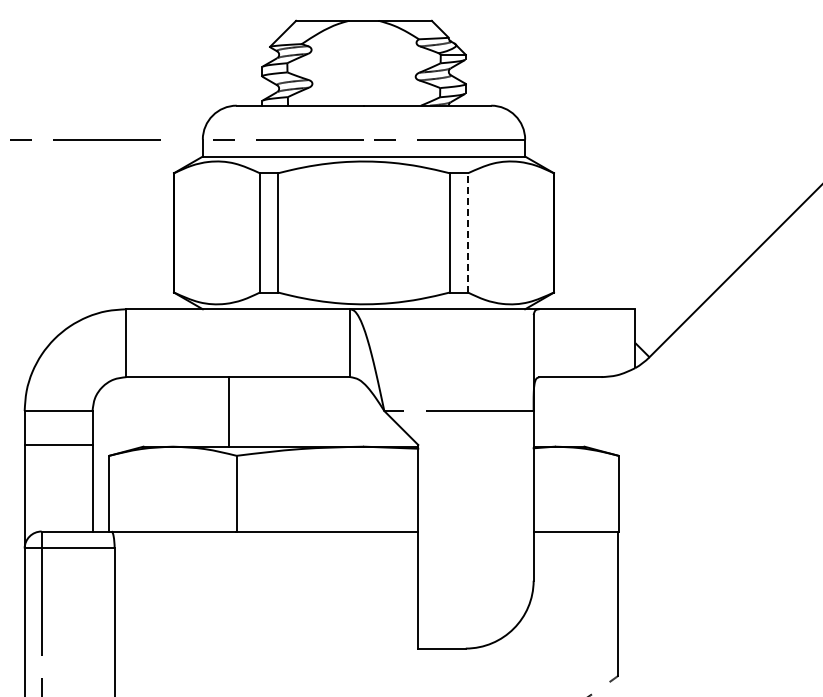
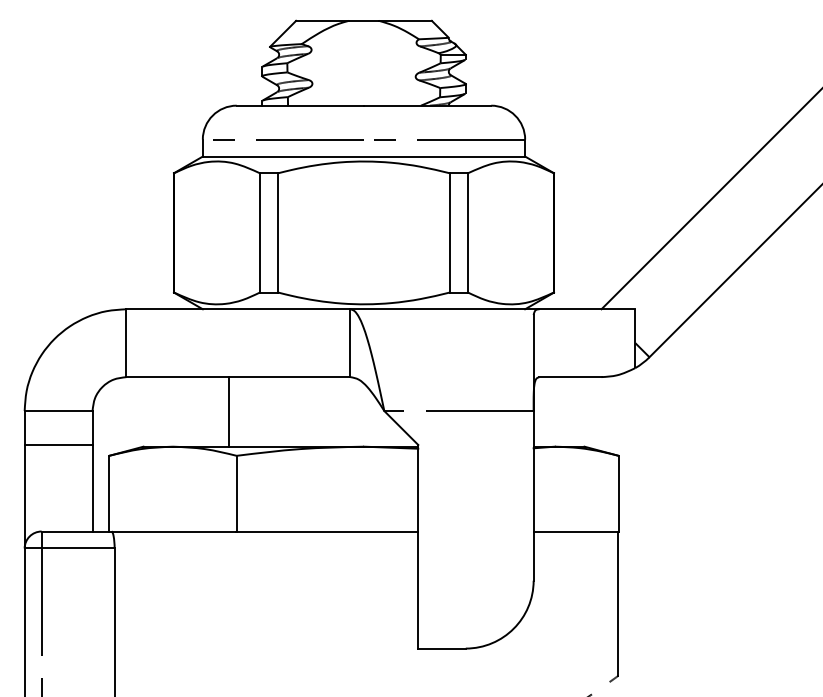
line at (85, 139): present -> none
line at (710, 200): none -> present
line at (468, 232): dashed -> solid
